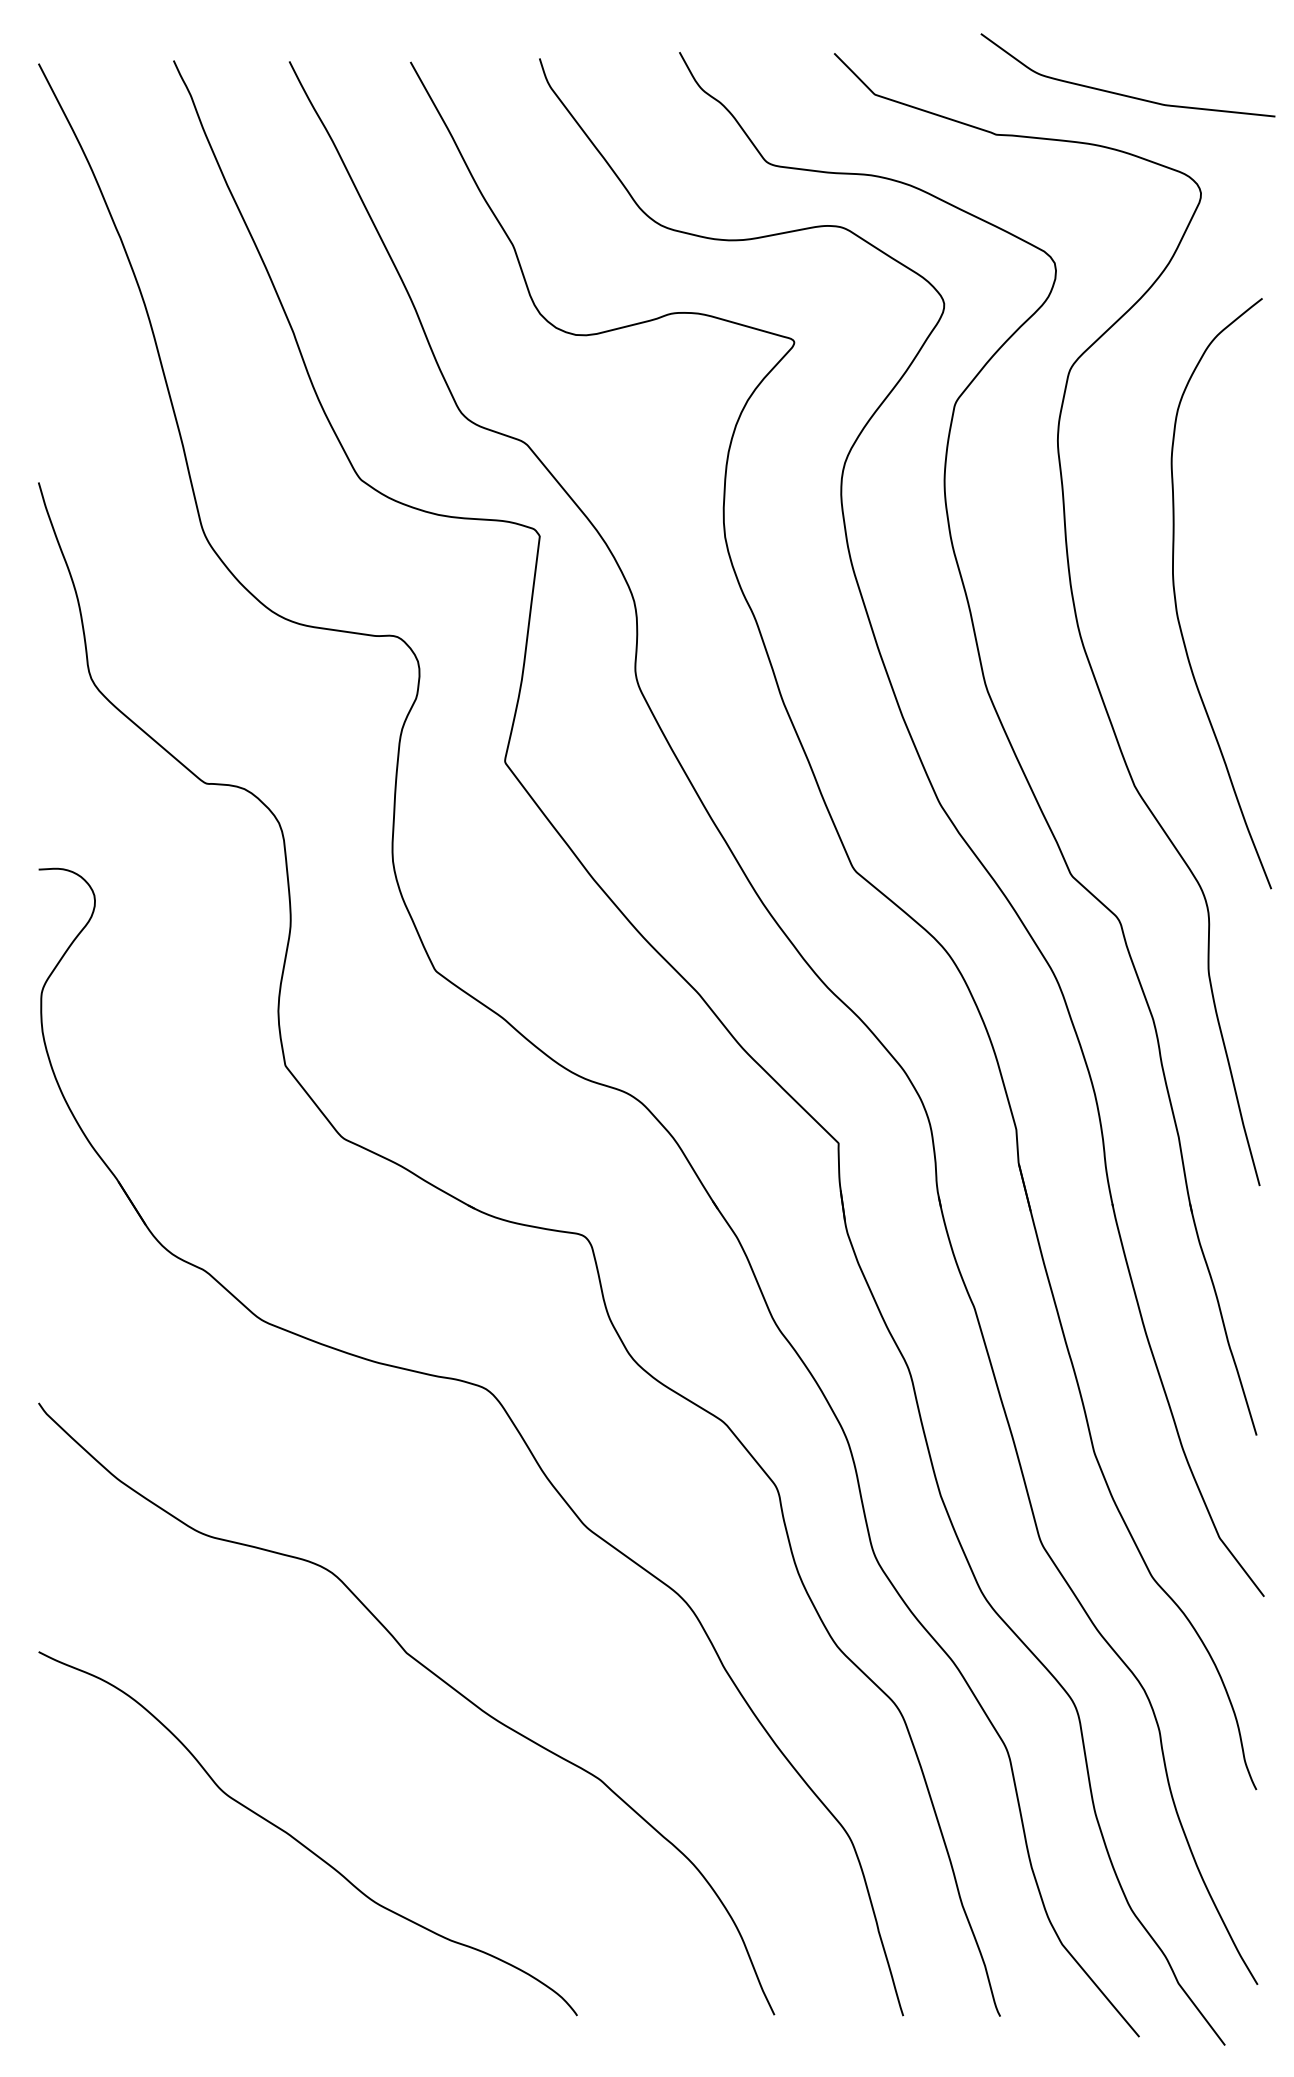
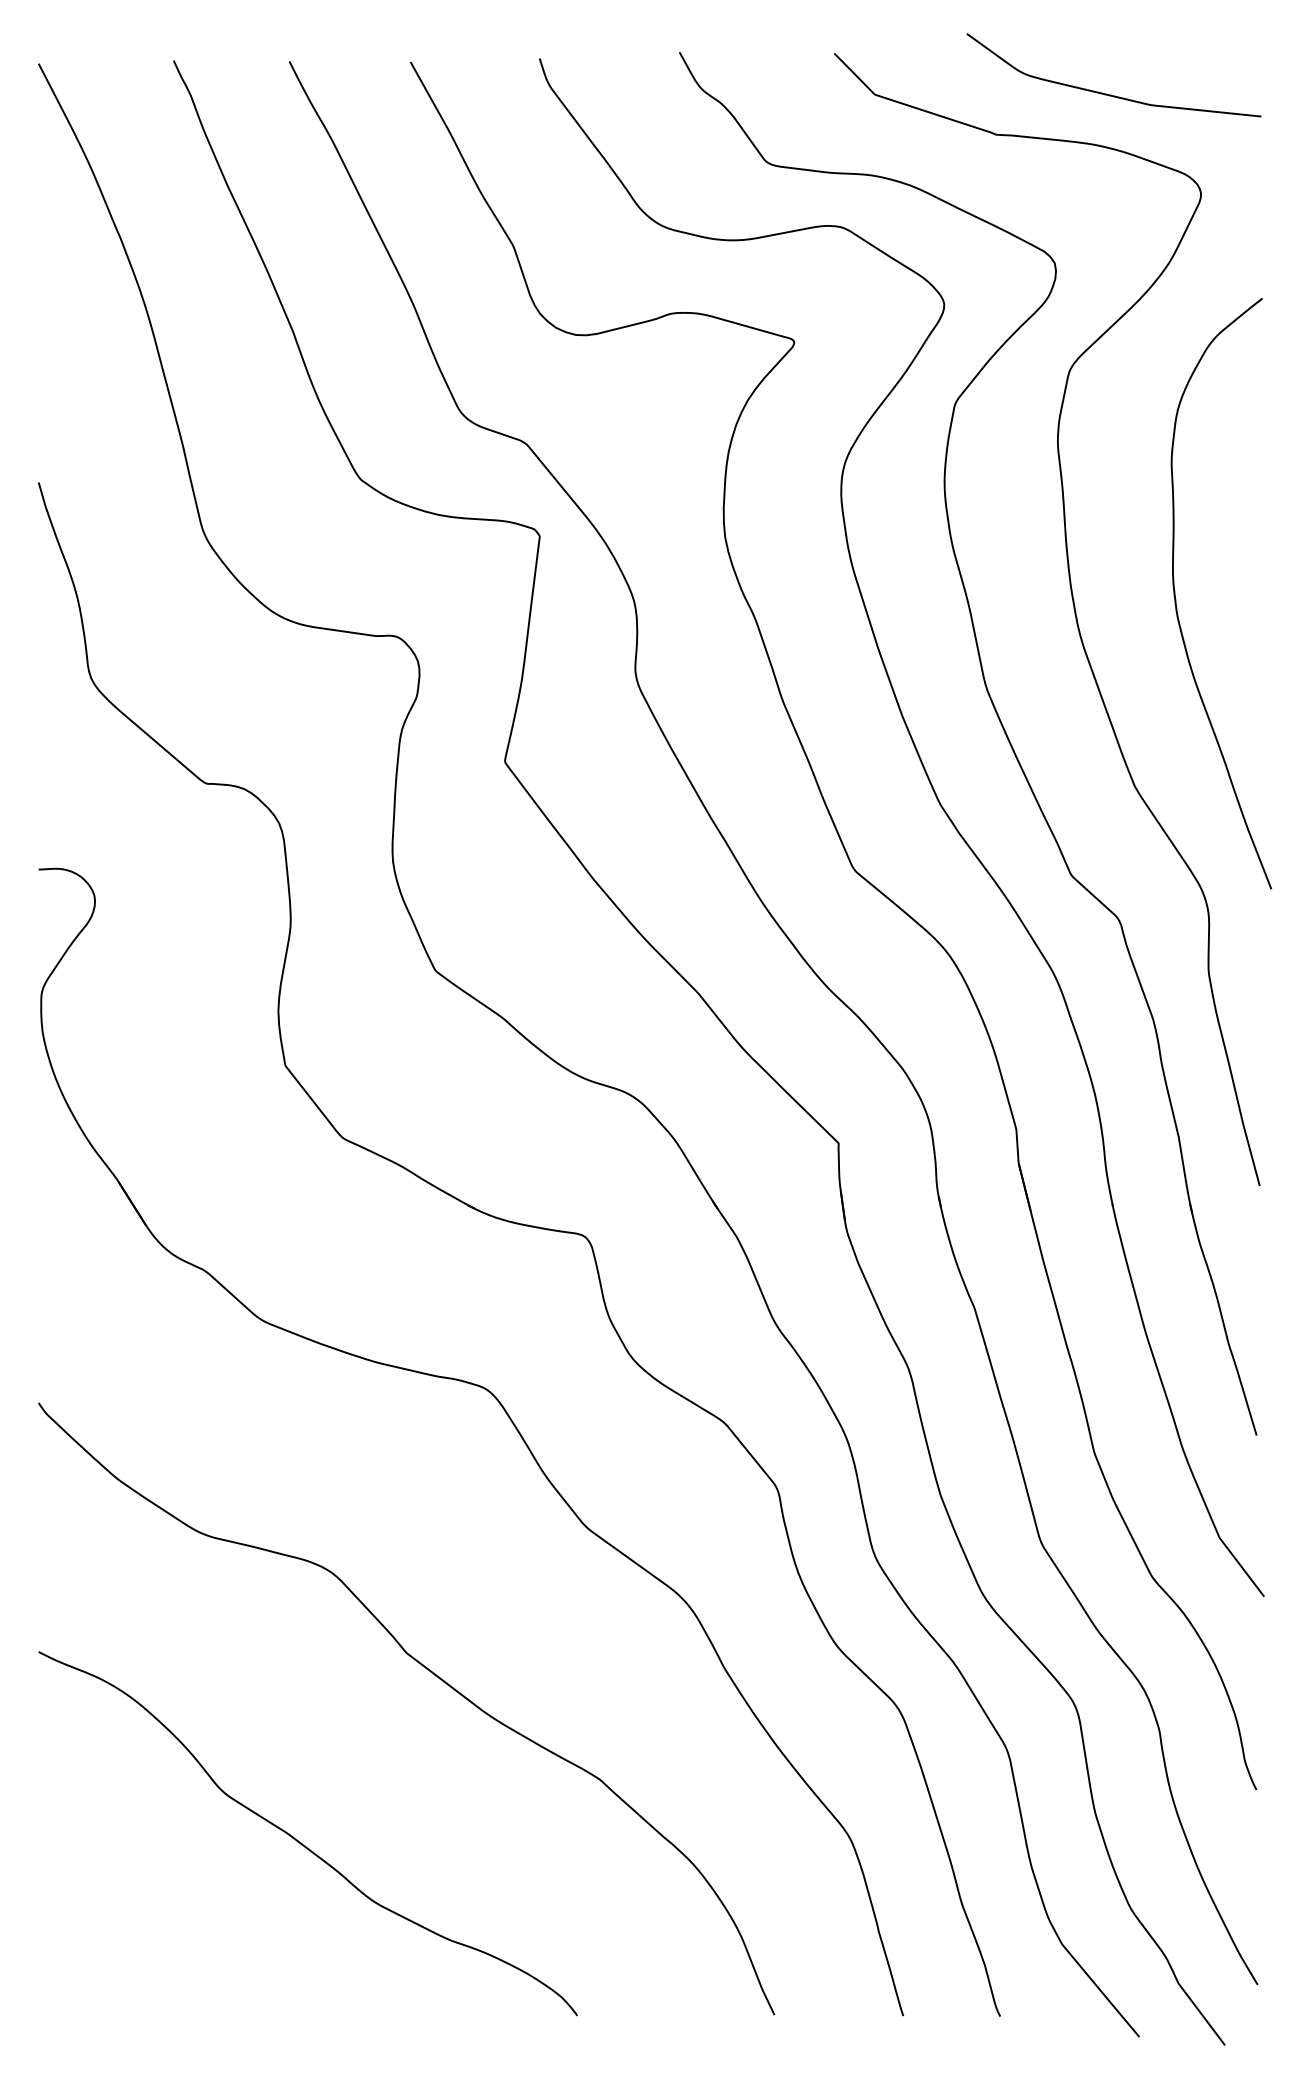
curve at (1125, 94) position: (1125, 94) -> (1111, 94)
